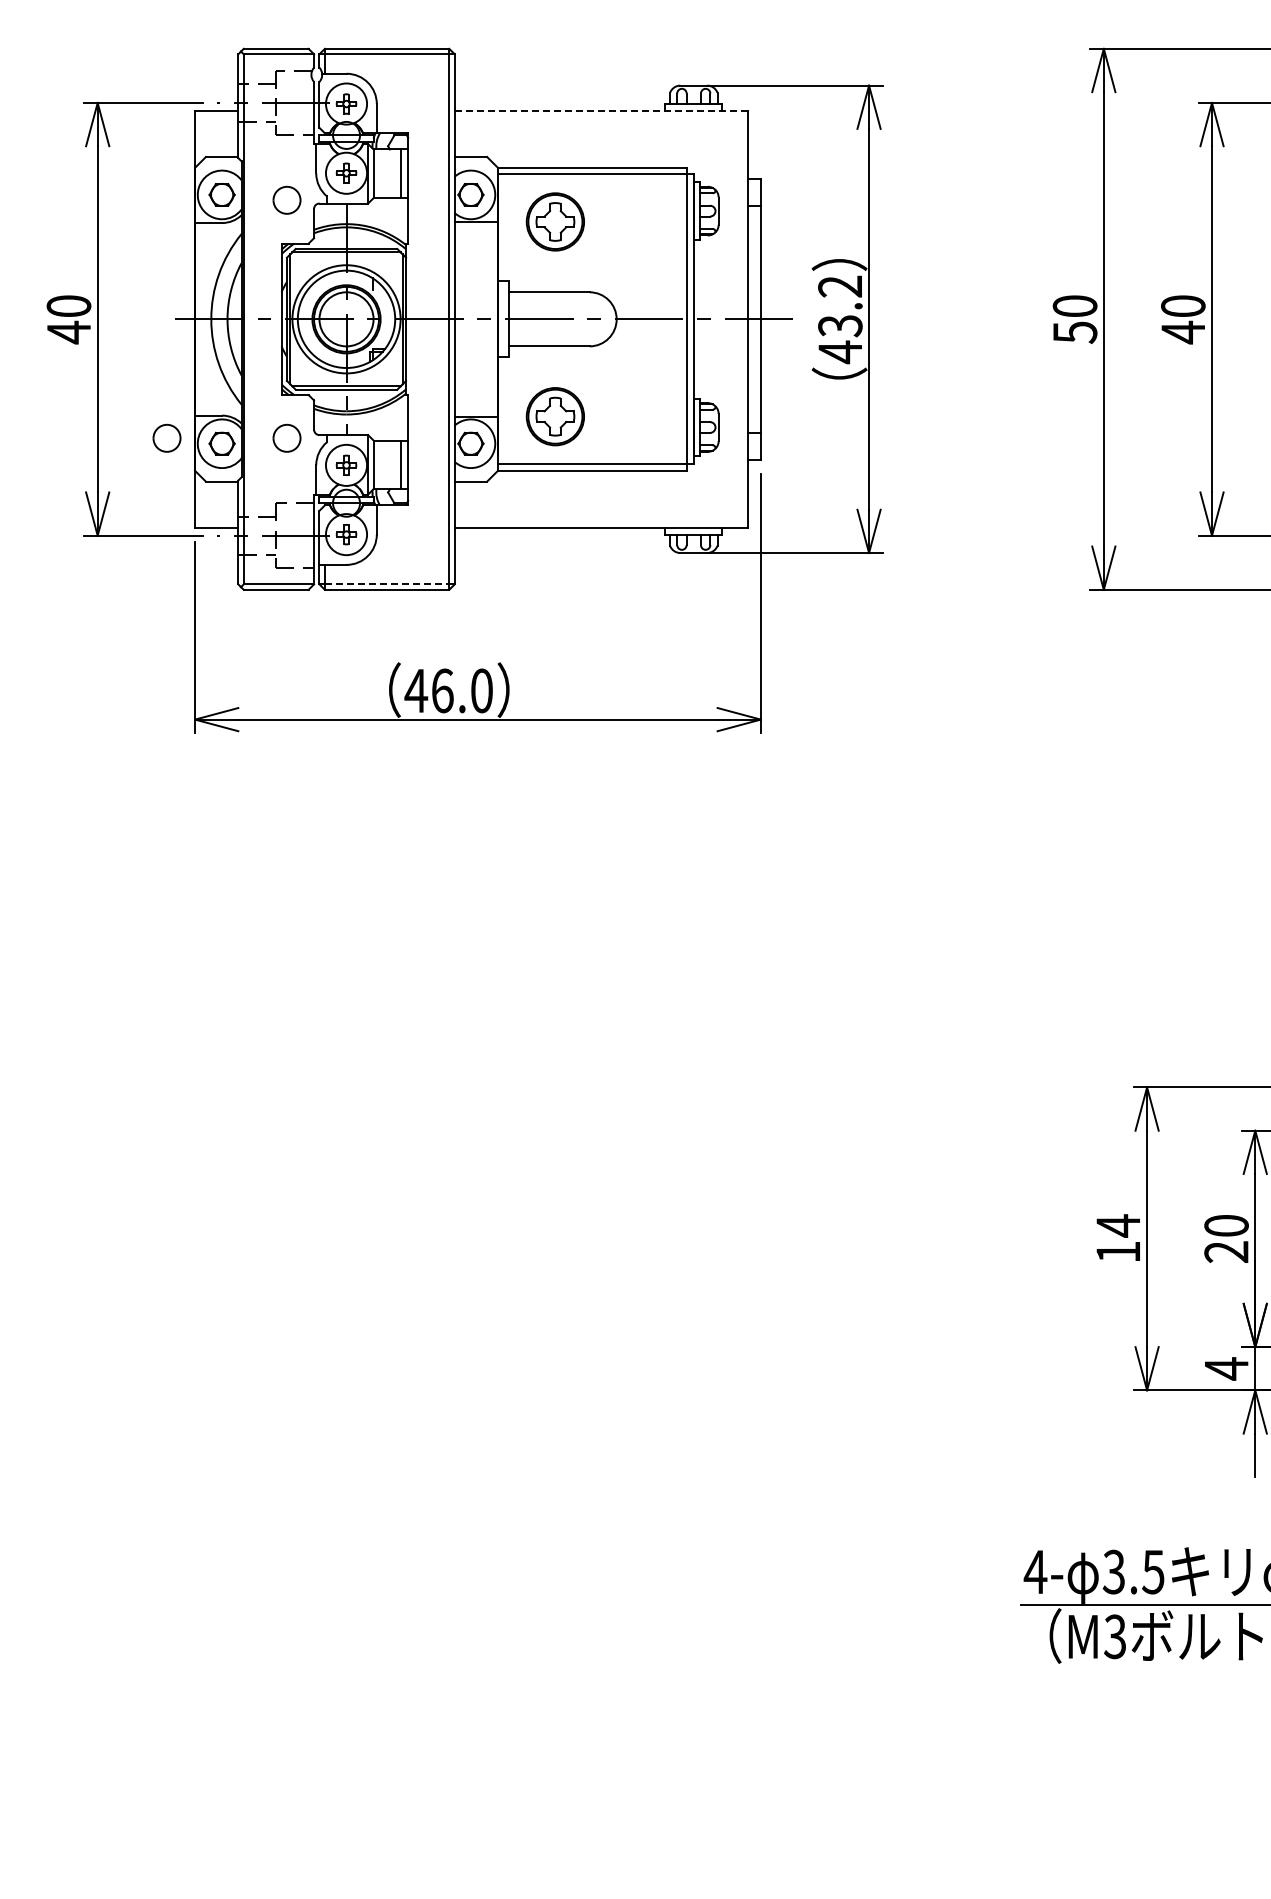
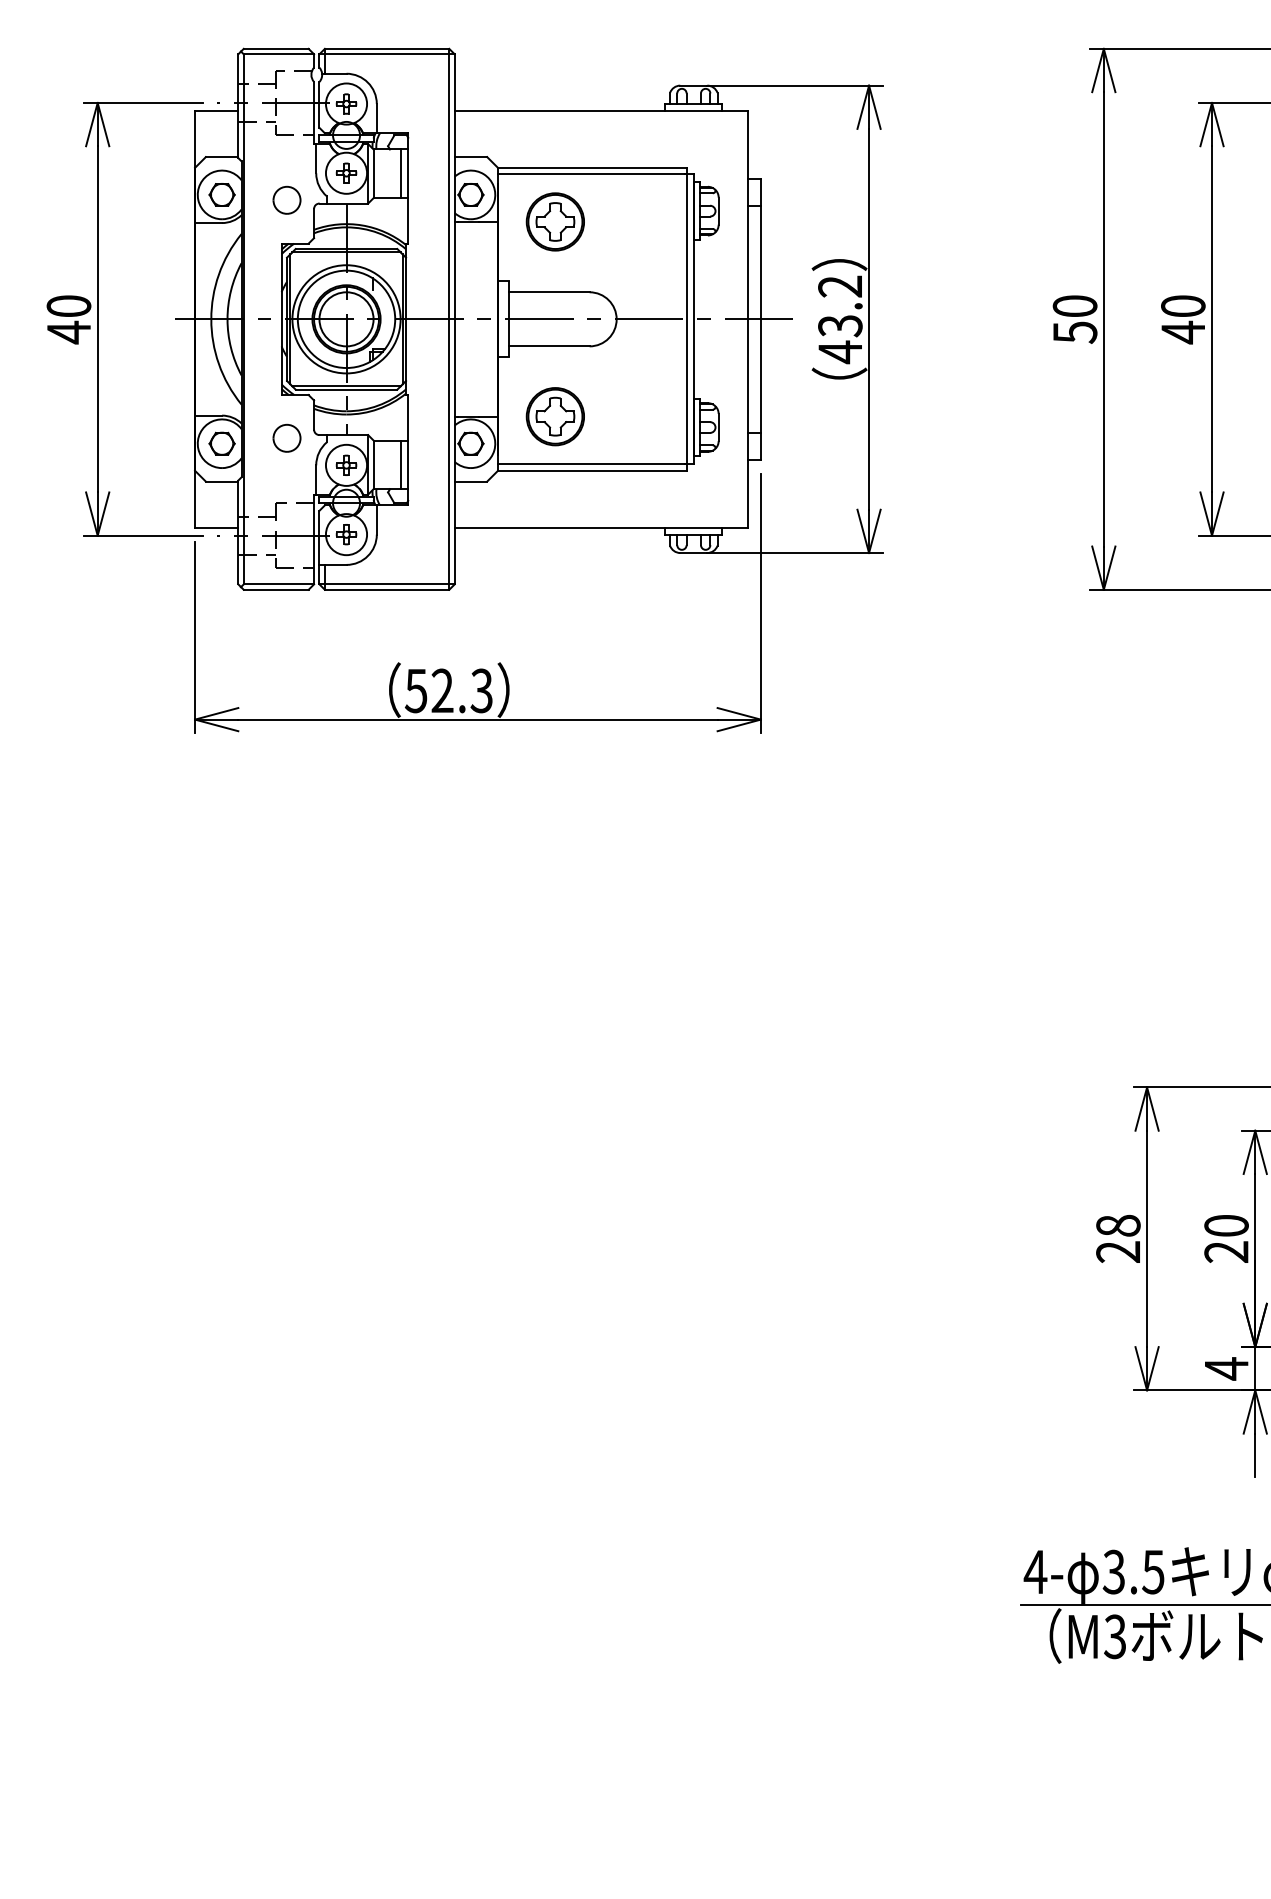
line at (601, 110): dashed -> solid
part at (166, 437): present -> none
line at (387, 584): dashed -> solid
text at (448, 690): 46.0 -> 52.3
text at (1118, 1238): 14 -> 28
